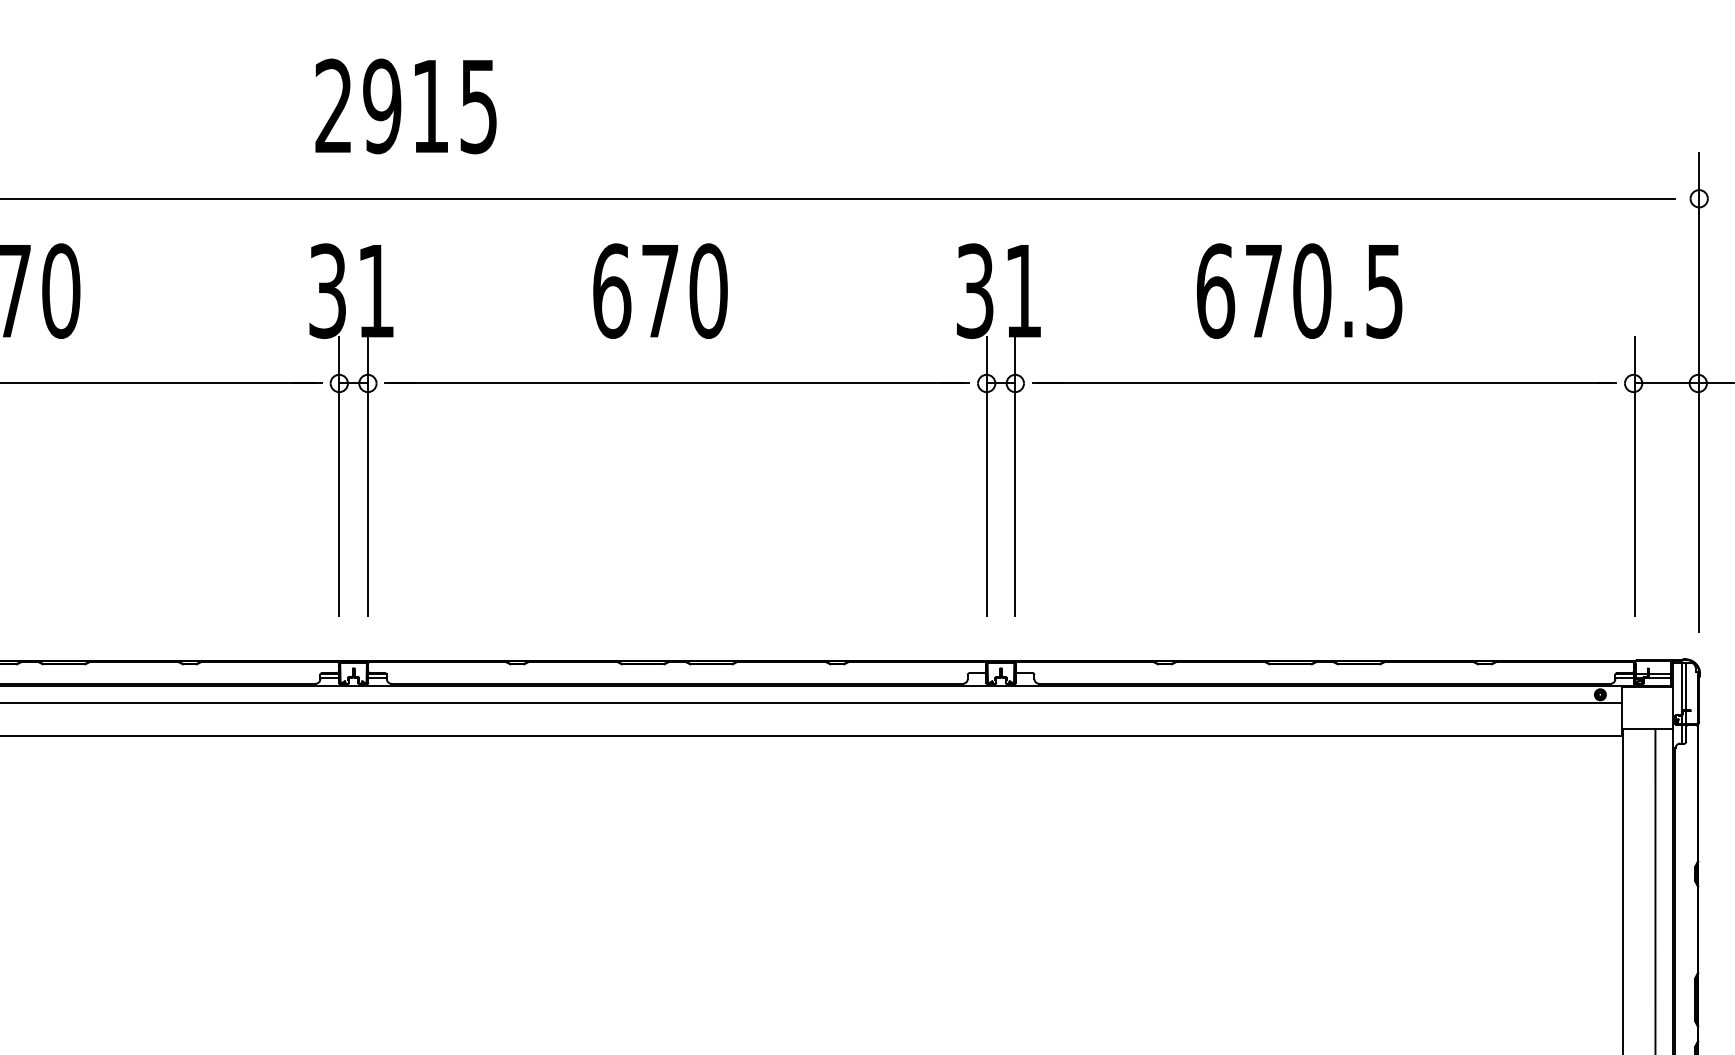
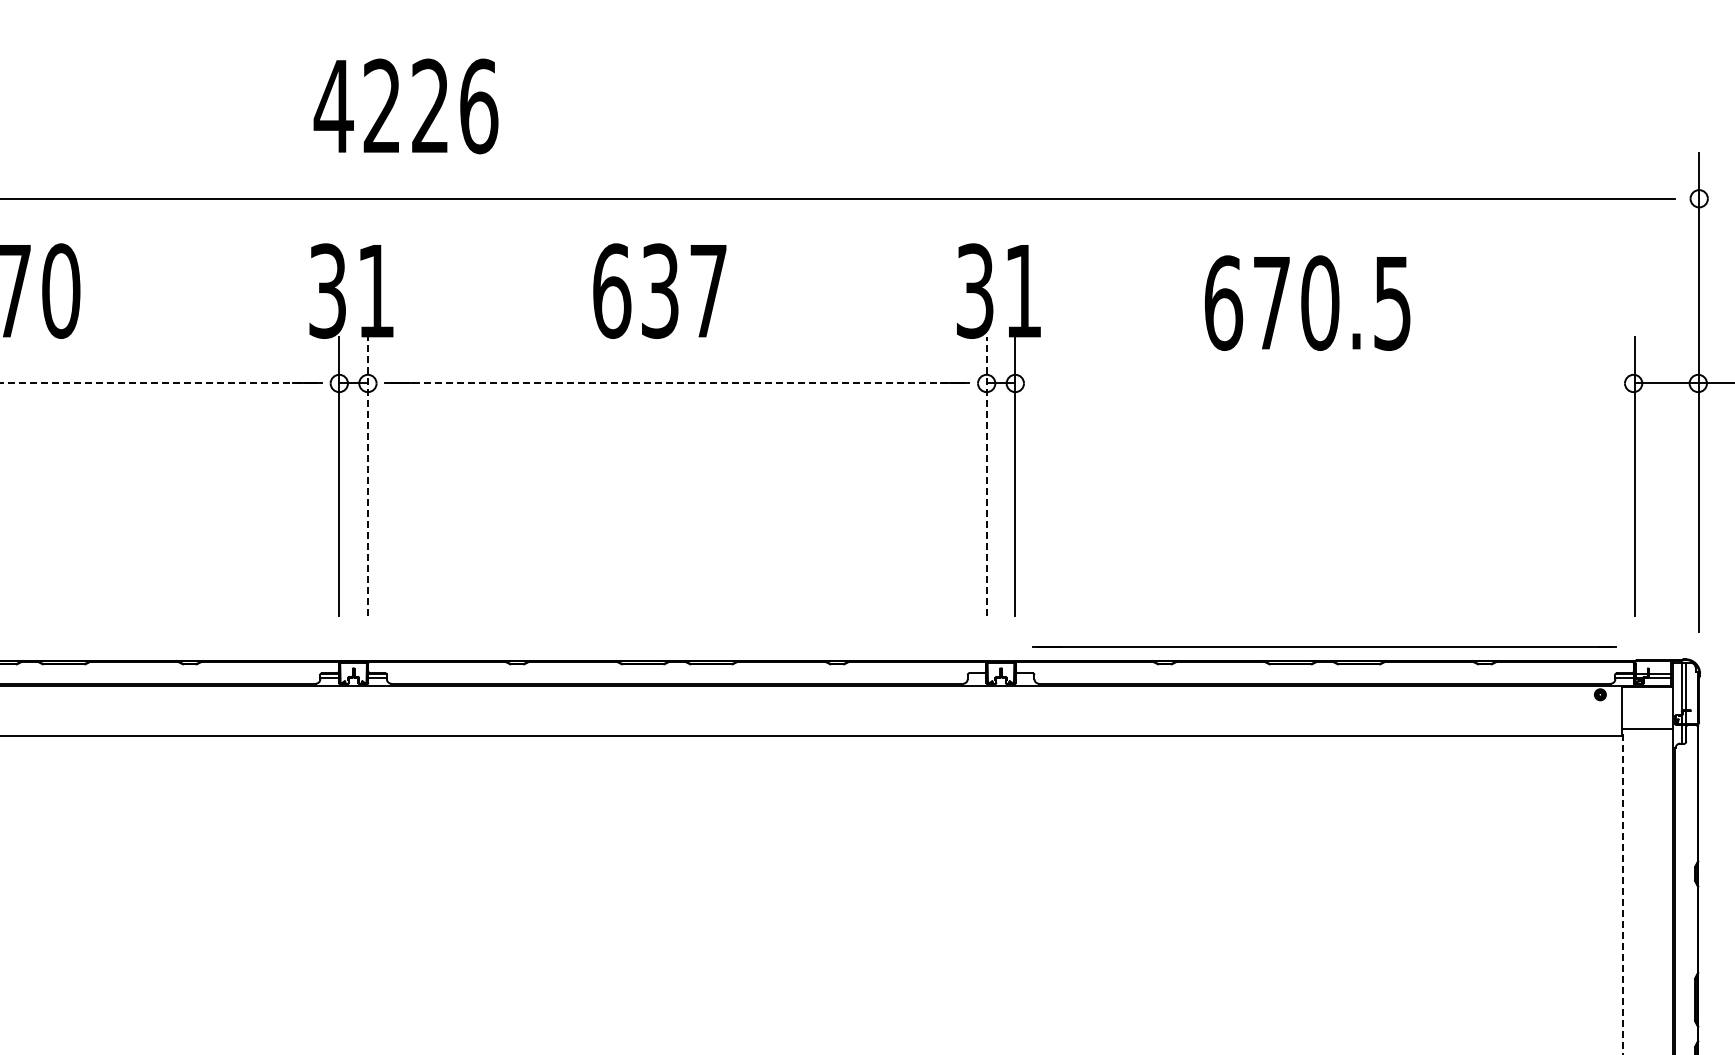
text at (405, 106): 2915 -> 4226
text at (684, 290): 670 -> 637
text at (1299, 290) position: (1299, 290) -> (1307, 302)
line at (1324, 382) position: (1324, 382) -> (1324, 646)
line at (158, 383): solid -> dashed
line at (677, 383): solid -> dashed
line at (367, 476): solid -> dashed
line at (986, 476): solid -> dashed
line at (811, 703): present -> none
line at (1655, 890): present -> none
line at (1623, 891): solid -> dashed
